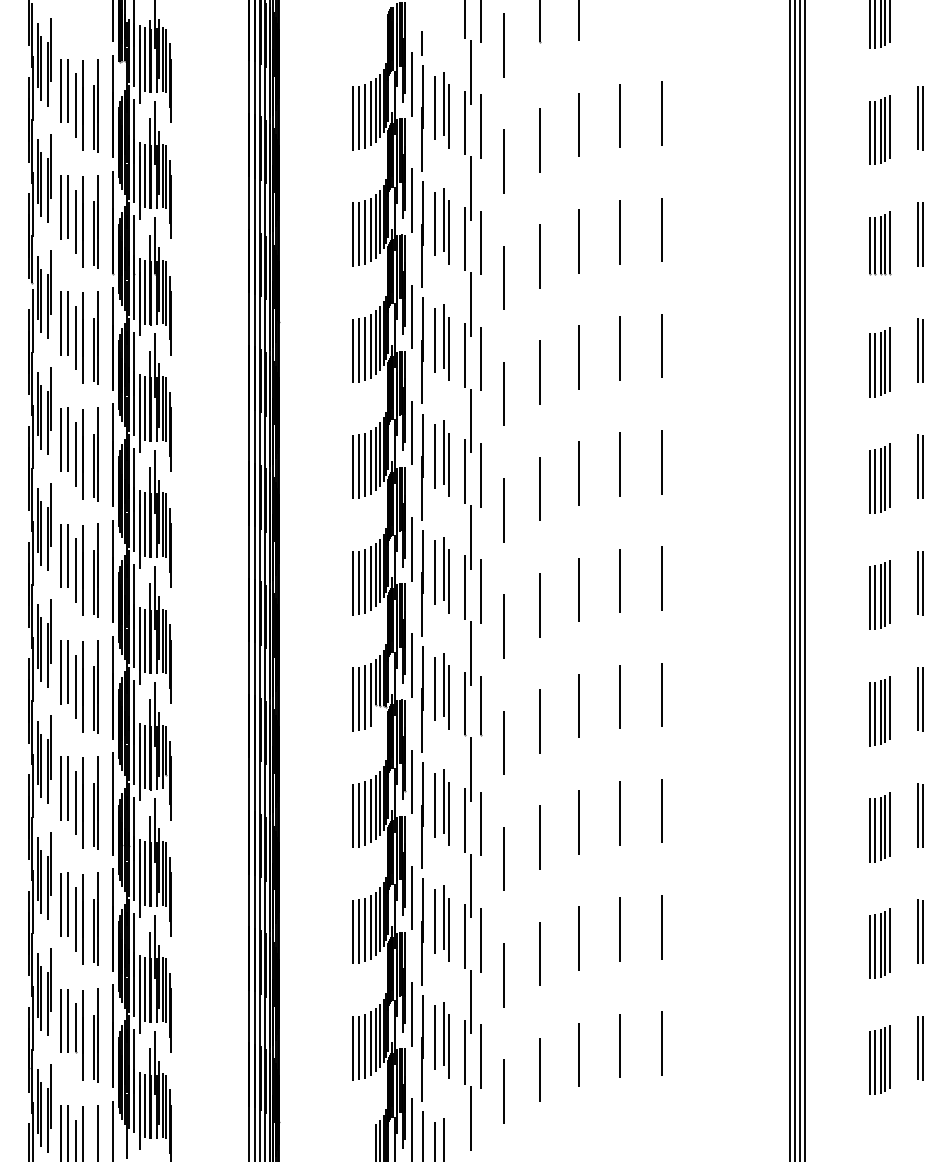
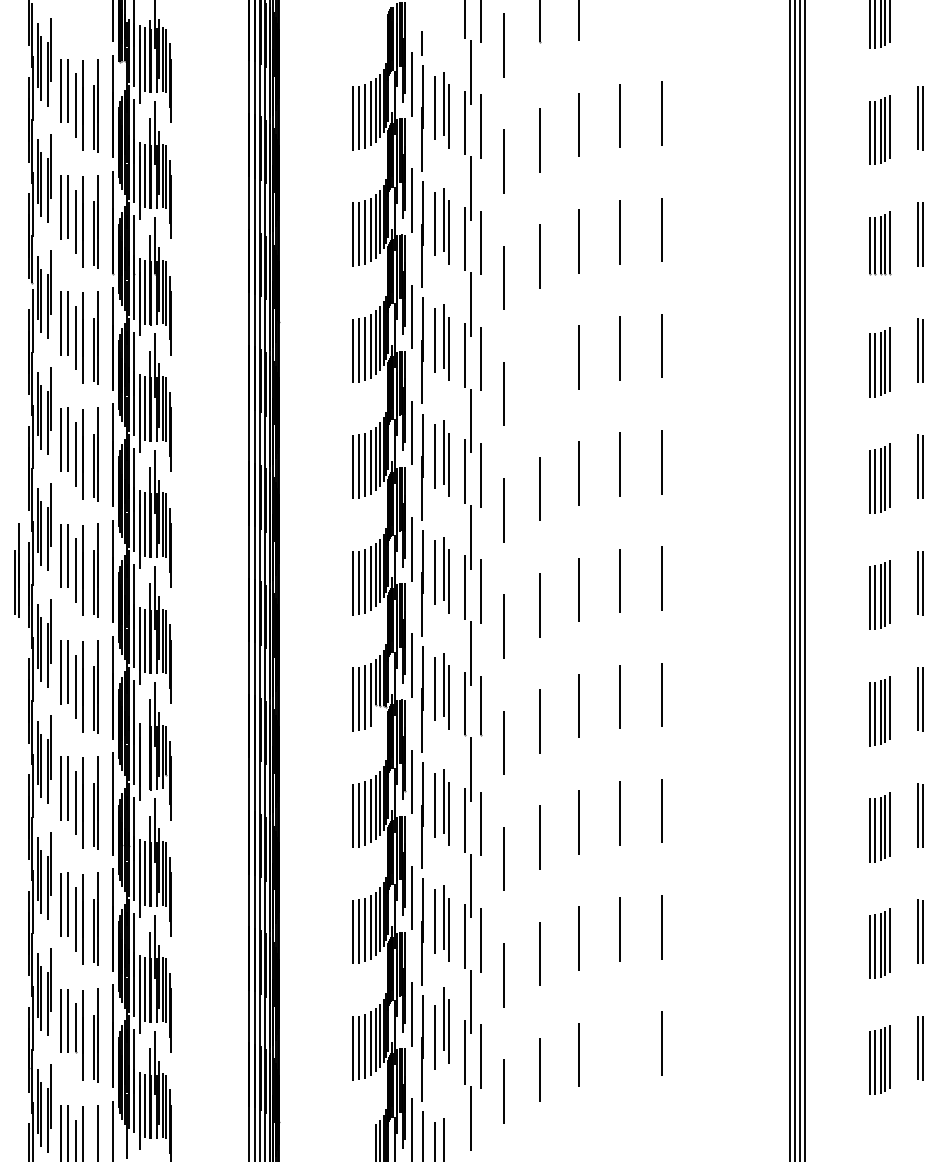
line at (539, 372): present -> none
part at (16, 570): none -> present
line at (145, 756): present -> none
part at (446, 1040) position: (446, 1040) -> (446, 1025)
line at (620, 1045): present -> none
